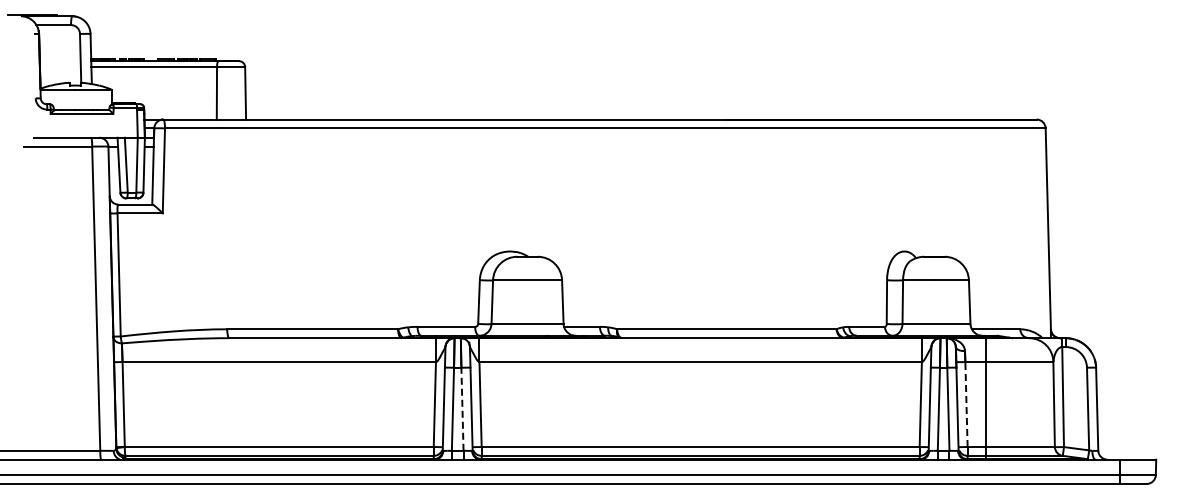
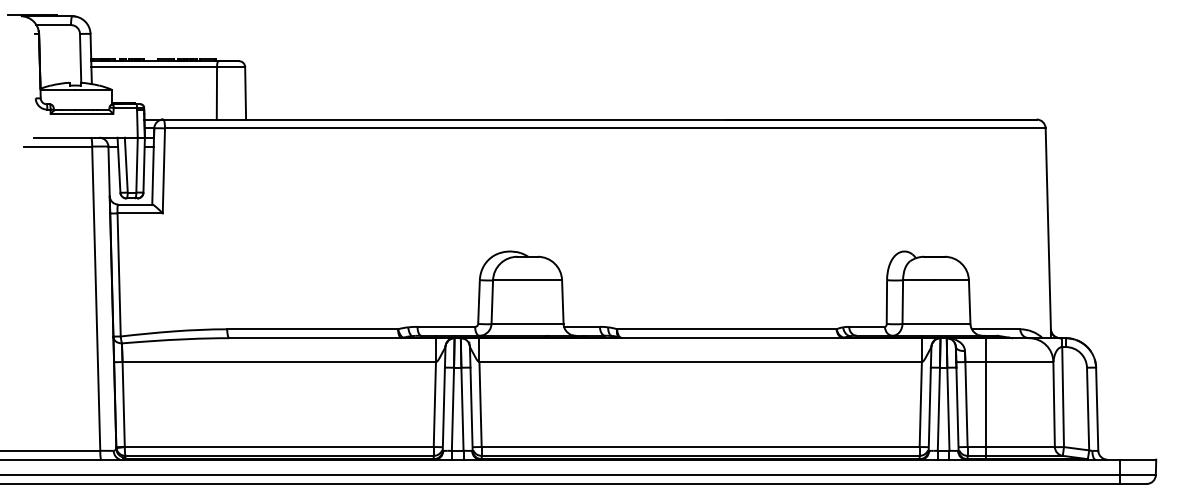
line at (966, 404): dashed -> solid
line at (462, 409): dashed -> solid
